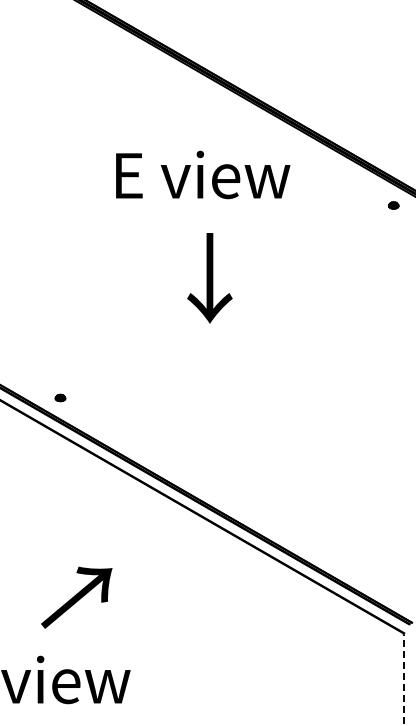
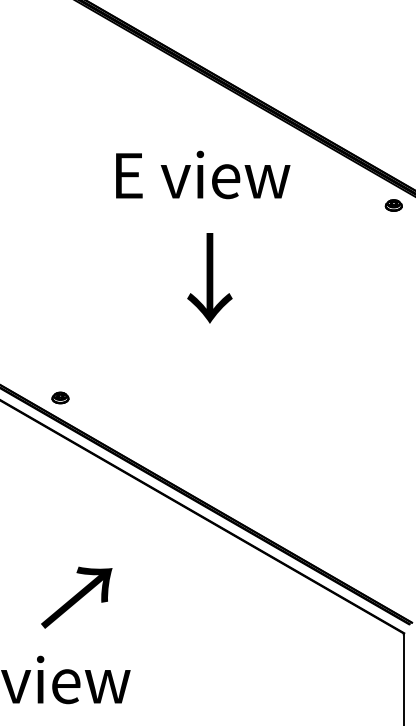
part at (393, 205) size: 12x9 px -> 19x13 px
part at (60, 397) size: 13x10 px -> 19x14 px
line at (403, 679): dashed -> solid
